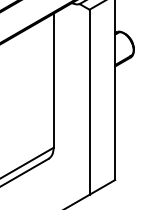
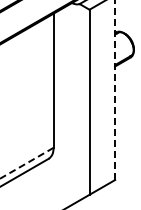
line at (115, 90): solid -> dashed
line at (26, 163): solid -> dashed
